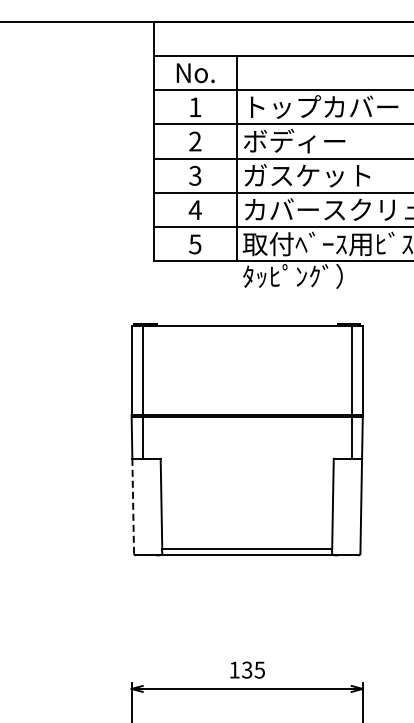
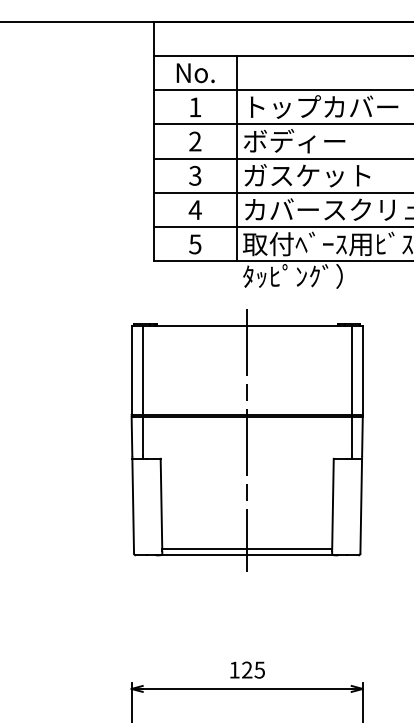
line at (247, 440): none -> present
line at (133, 506): dashed -> solid
text at (246, 670): 135 -> 125
